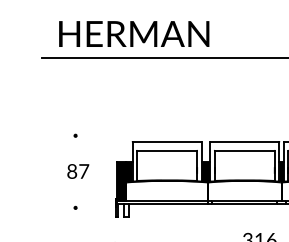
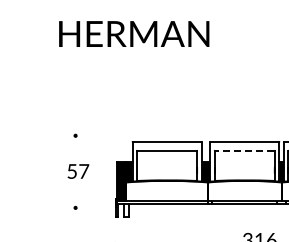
line at (163, 58): present -> none
line at (244, 150): solid -> dashed
text at (72, 171): 87 -> 57
